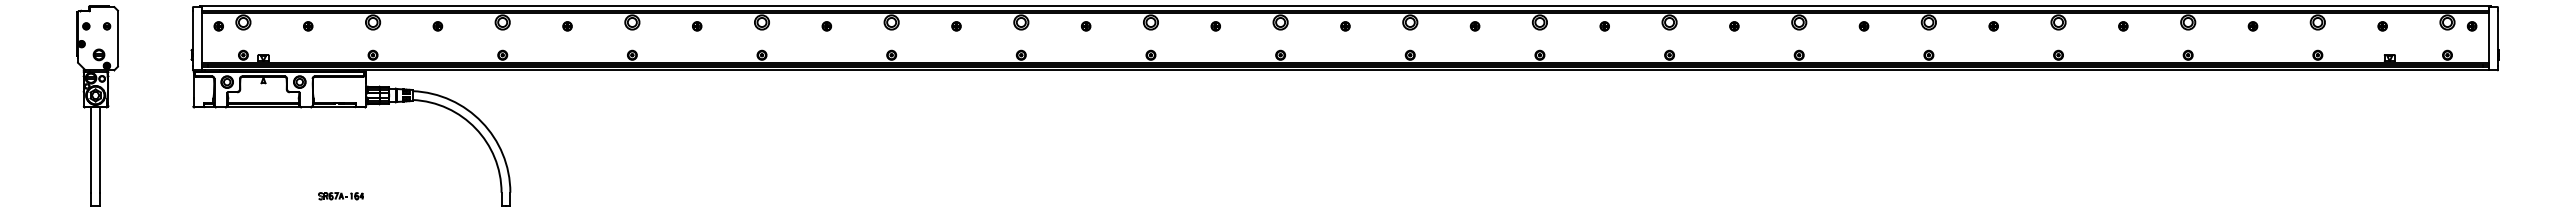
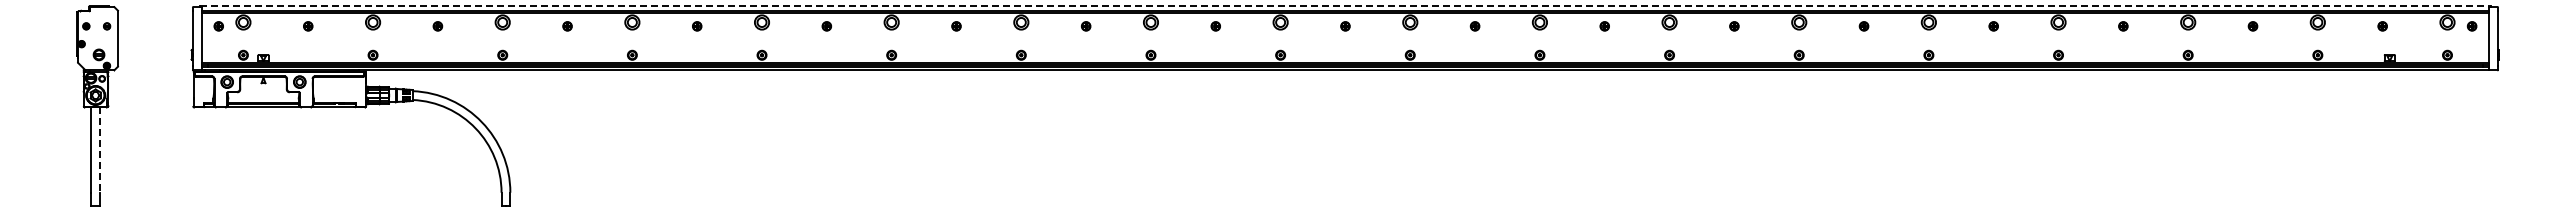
line at (1345, 6): solid -> dashed
line at (100, 150): solid -> dashed
part at (340, 196): present -> none
